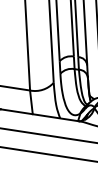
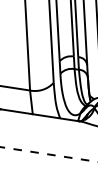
line at (48, 135): present -> none
line at (48, 154): solid -> dashed
